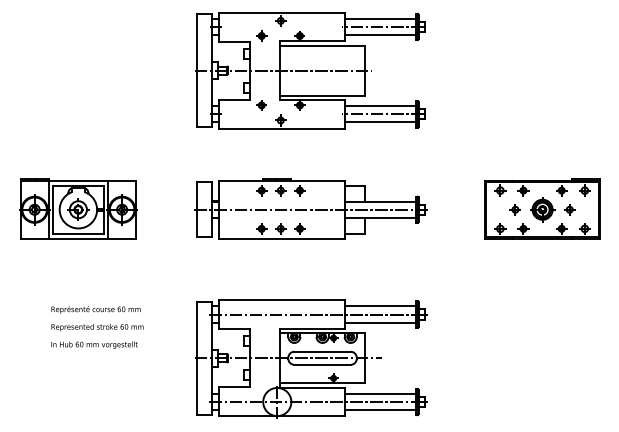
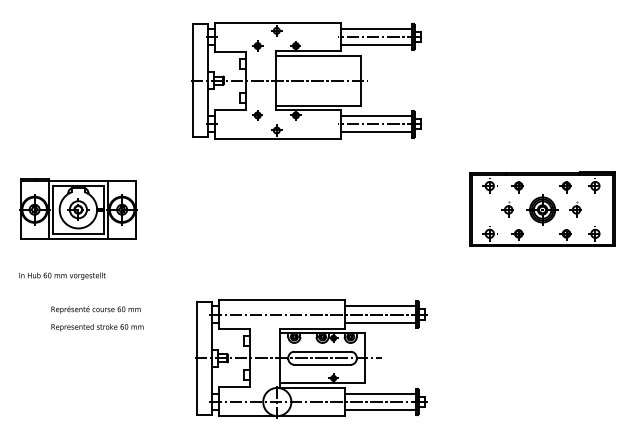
part at (310, 70) position: (310, 70) -> (306, 80)
part at (310, 208): present -> none
part at (542, 208) size: 117x62 px -> 147x76 px
text at (94, 344) position: (94, 344) -> (62, 275)
